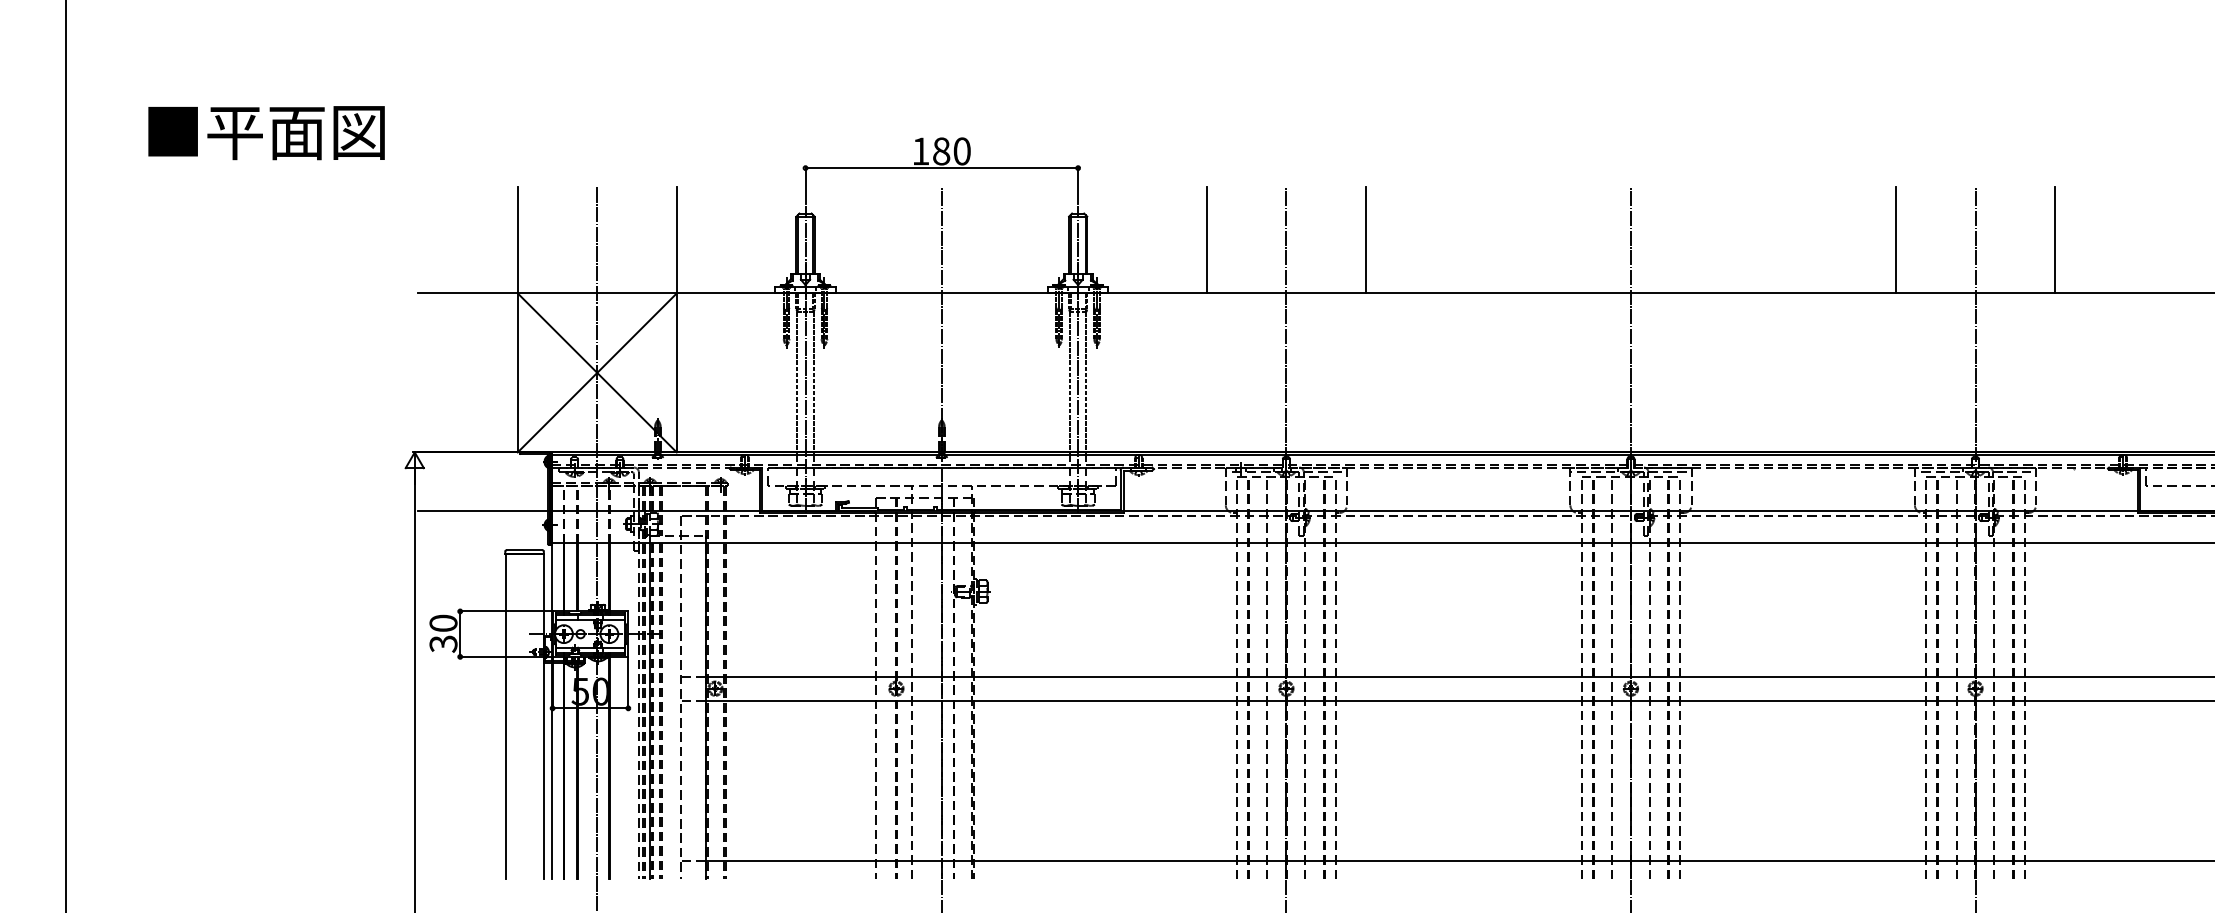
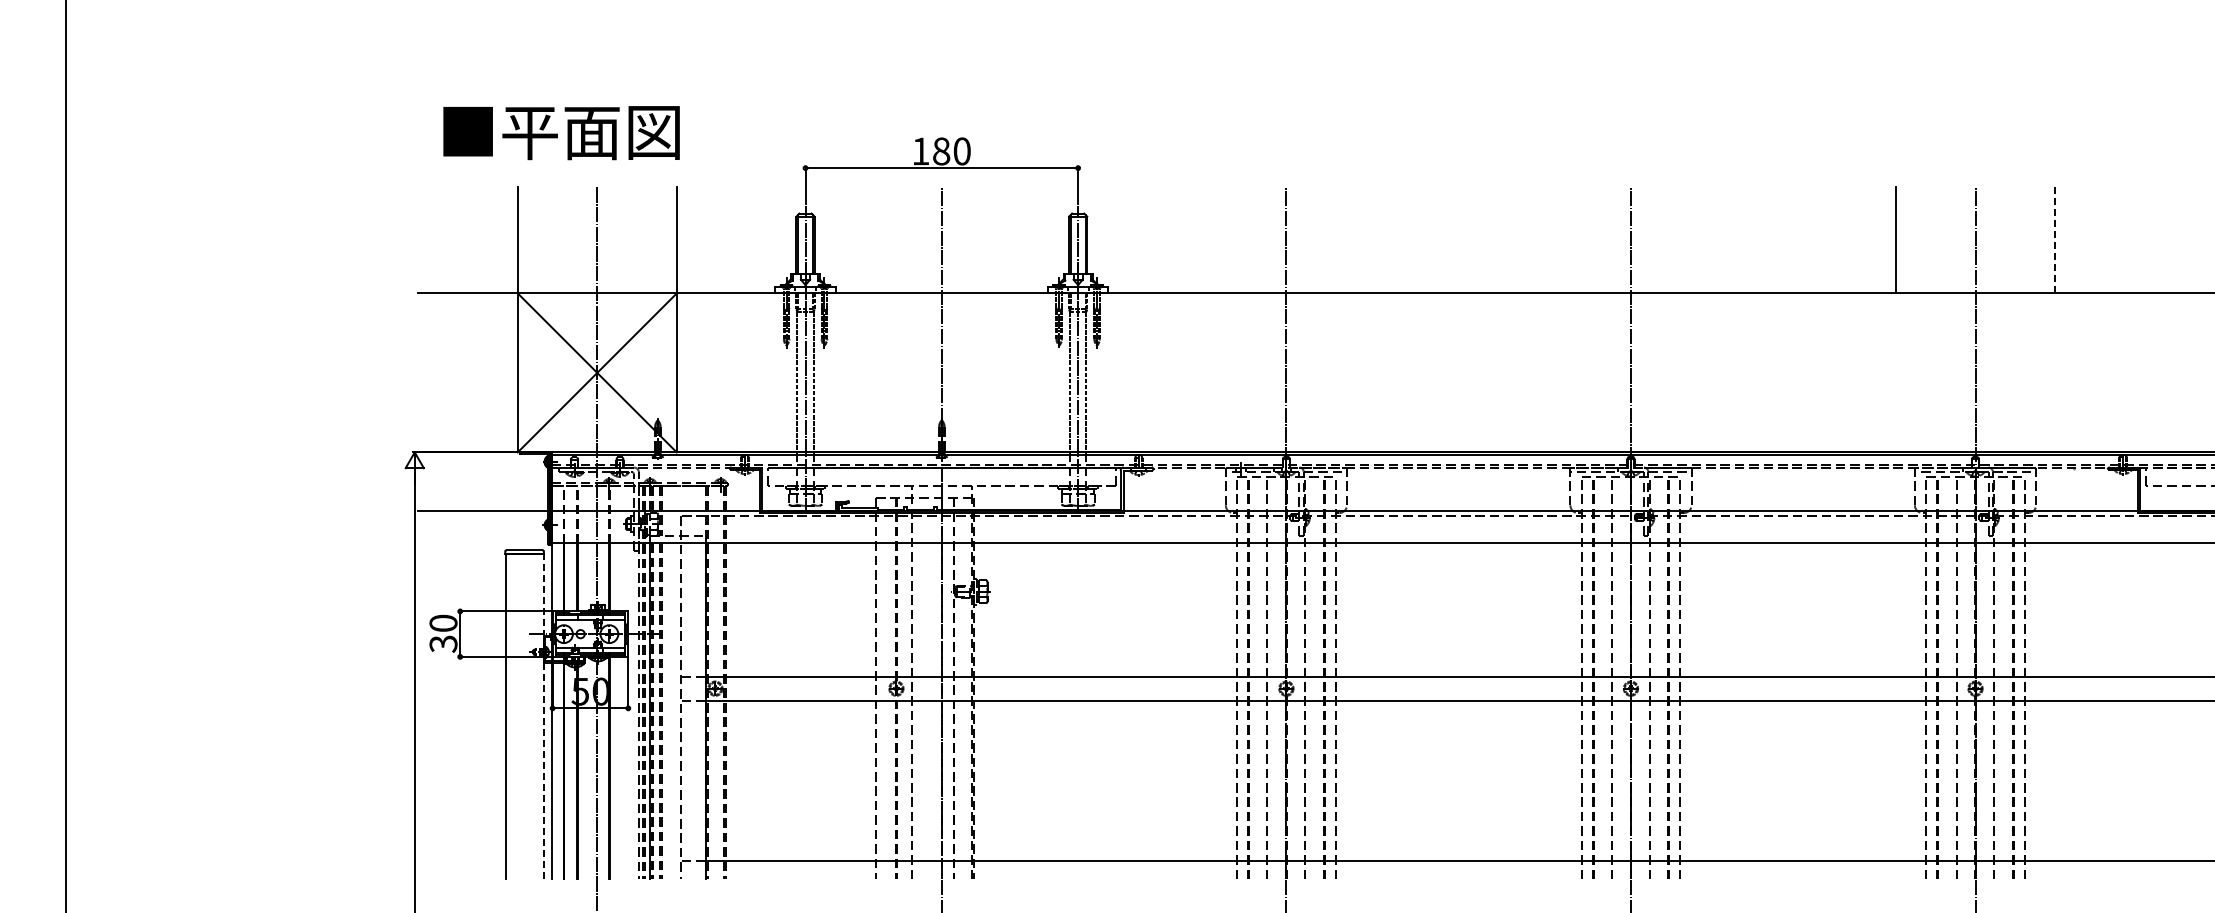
text at (266, 133) position: (266, 133) -> (561, 133)
line at (2055, 239): solid -> dashed
line at (1206, 240): present -> none
line at (1365, 240): present -> none
line at (543, 716): solid -> dashed
